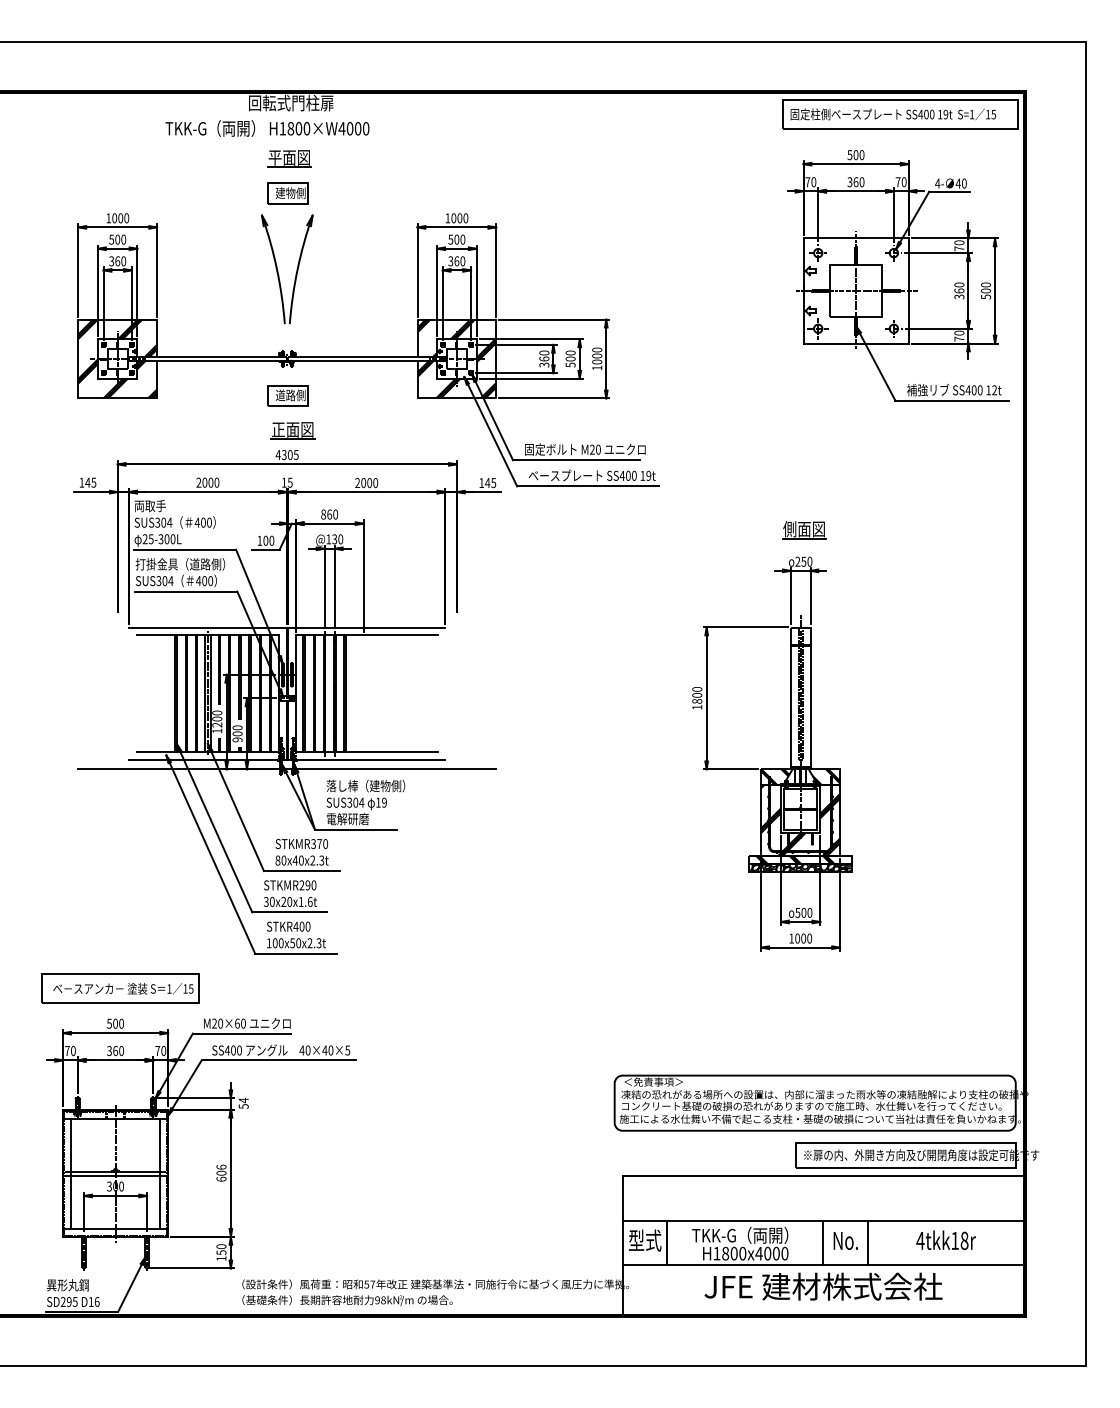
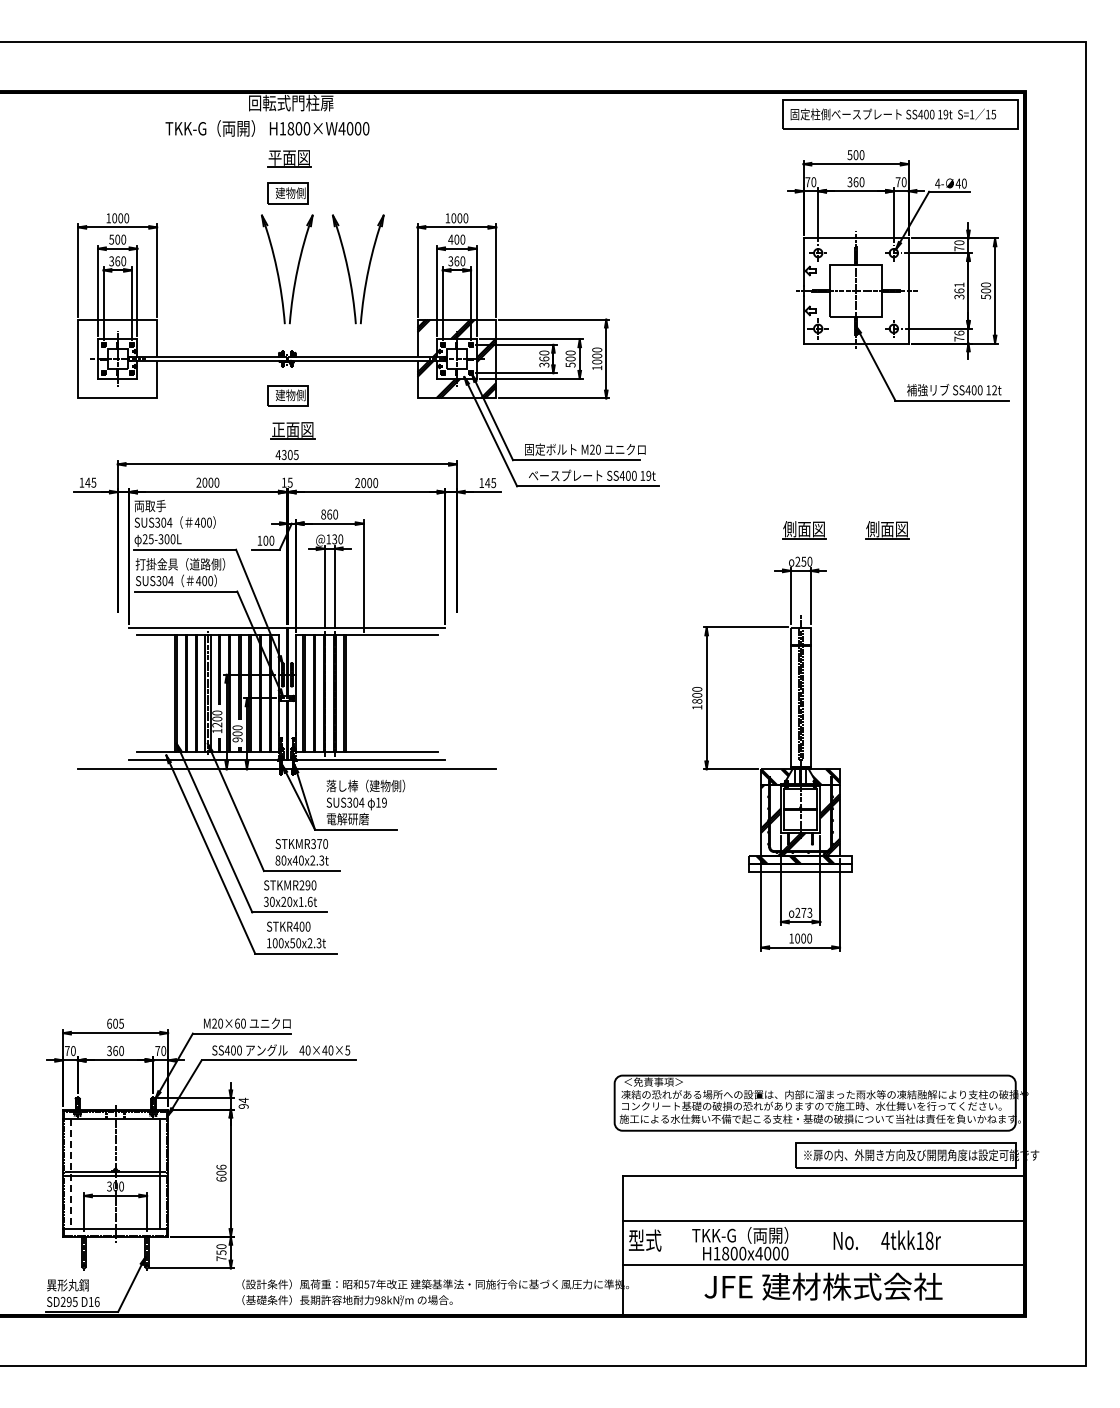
text at (450, 239): 500 -> 400
part at (366, 273): none -> present
text at (959, 284): 360 -> 361
text at (958, 332): 70 -> 76
hatch at (117, 358): present -> none
text at (285, 395): 道路側 -> 建物側
part at (887, 530): none -> present
hatch at (800, 867): present -> none
text at (803, 912): 500 -> 273
part at (120, 988): present -> none
text at (115, 1023): 500 -> 605
text at (243, 1106): 54 -> 94
line at (71, 1173): solid -> dashed
text at (945, 1239) position: (945, 1239) -> (910, 1239)
line at (667, 1242): present -> none
line at (823, 1242): present -> none
line at (867, 1242): present -> none
text at (221, 1258): 150 -> 750
